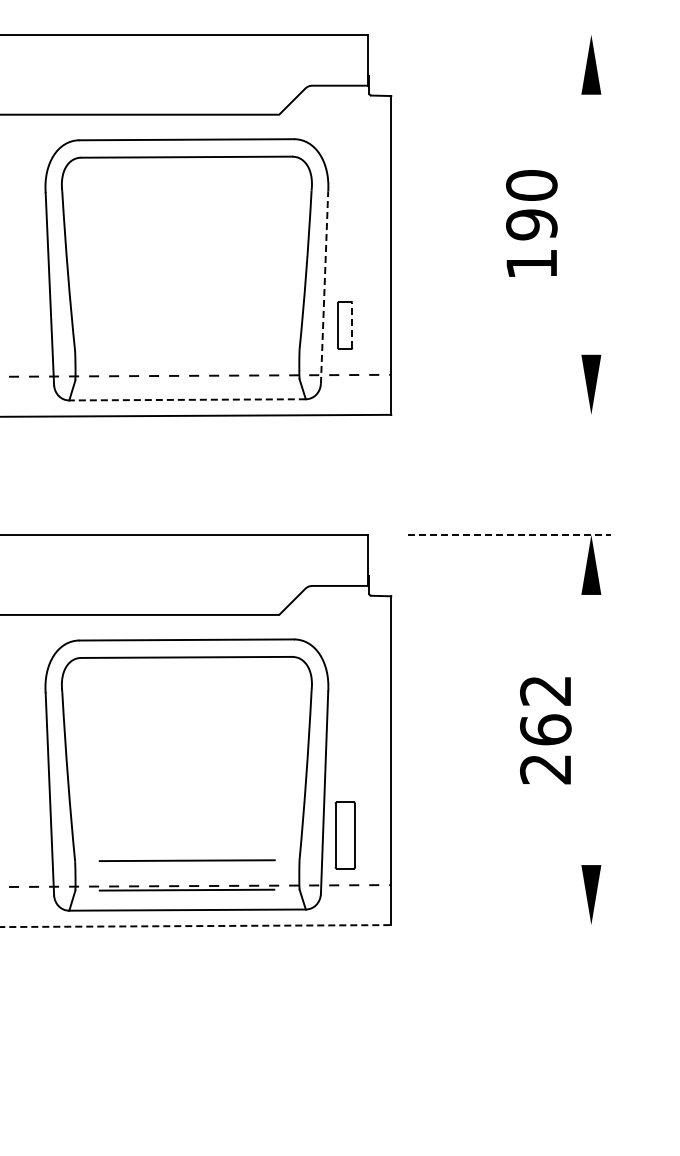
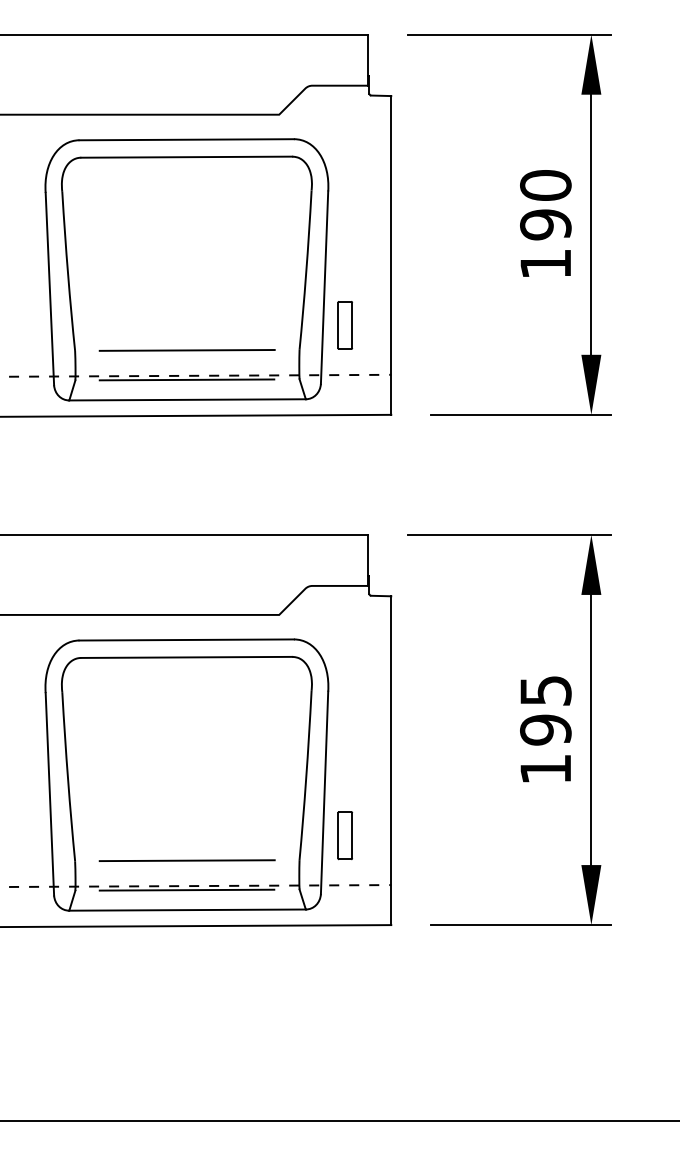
line at (509, 34): none -> present
text at (531, 223) position: (531, 223) -> (545, 223)
line at (591, 224): none -> present
line at (324, 287): dashed -> solid
line at (352, 325): dashed -> solid
line at (186, 350): none -> present
line at (186, 379): none -> present
line at (187, 399): dashed -> solid
line at (521, 414): none -> present
line at (509, 534): dashed -> solid
line at (591, 729): none -> present
text at (545, 730): 262 -> 195
part at (344, 835) size: 22x69 px -> 16x50 px
line at (521, 925): none -> present
line at (196, 926): dashed -> solid
line at (339, 1121): none -> present
